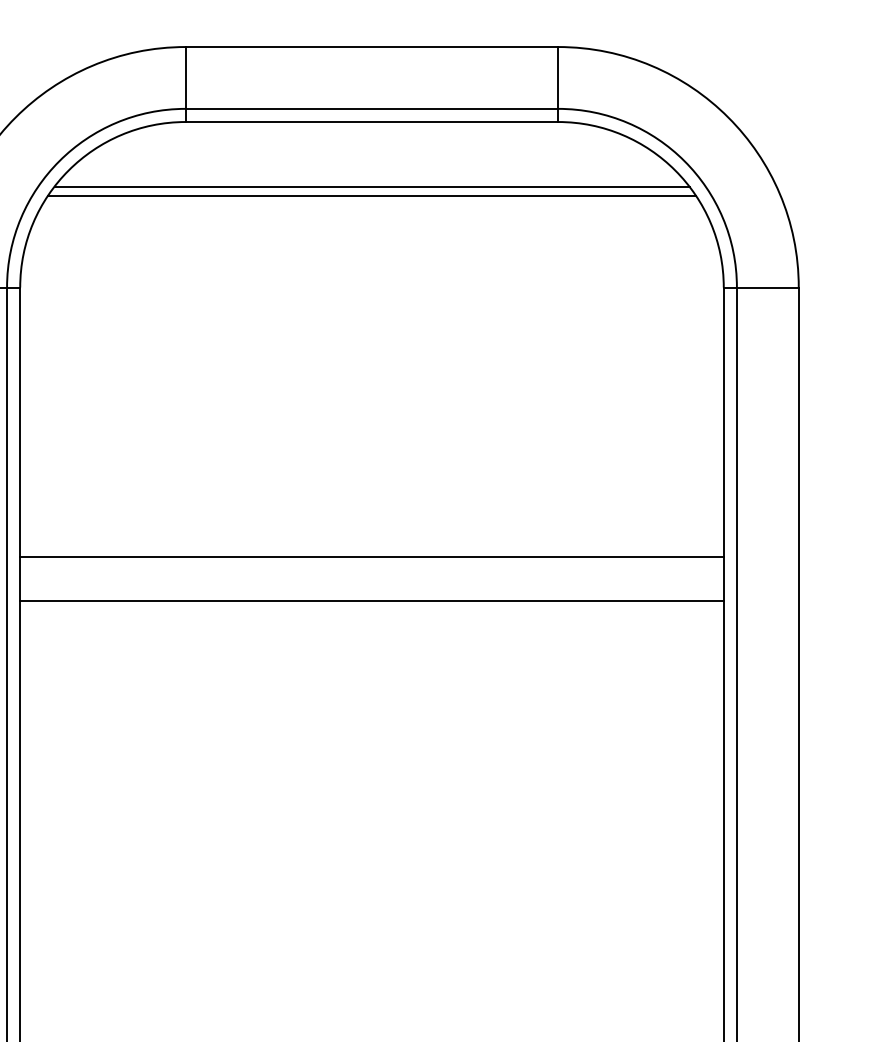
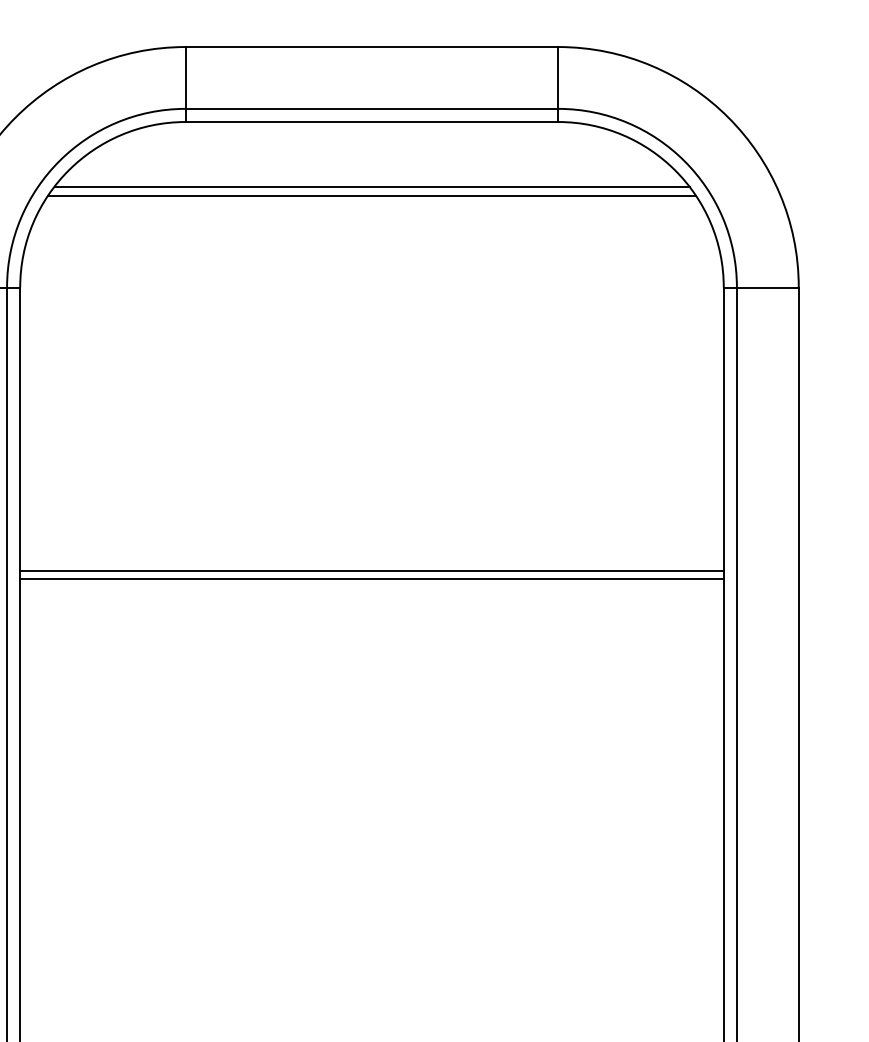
line at (371, 556) position: (371, 556) -> (371, 570)
line at (371, 600) position: (371, 600) -> (371, 578)
